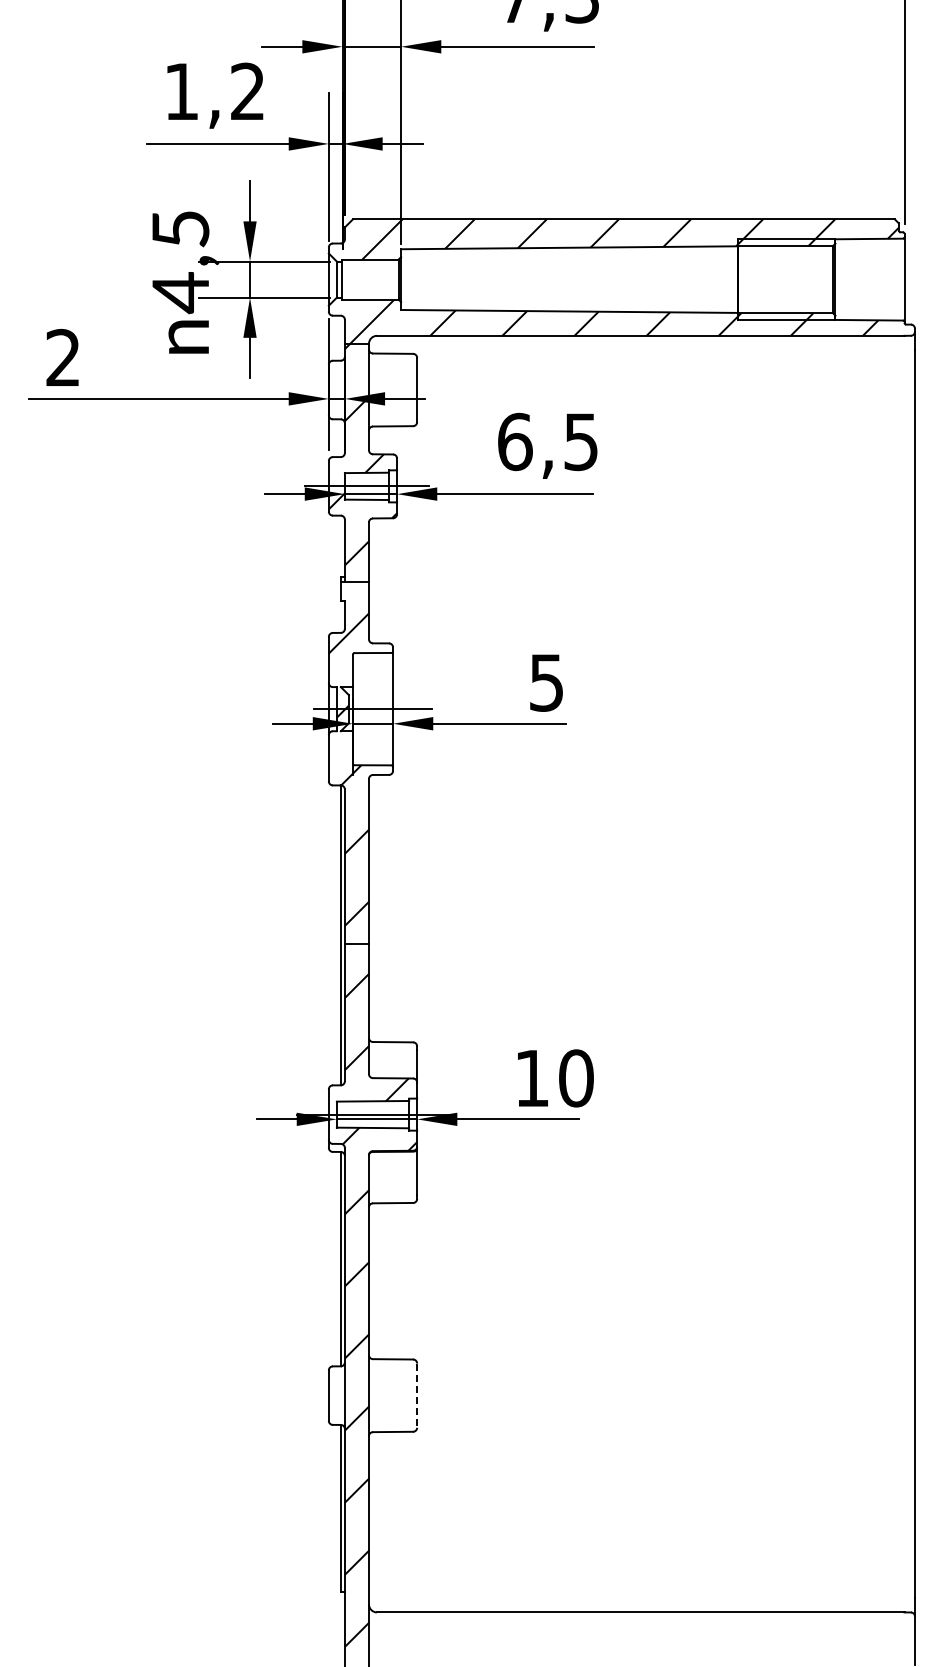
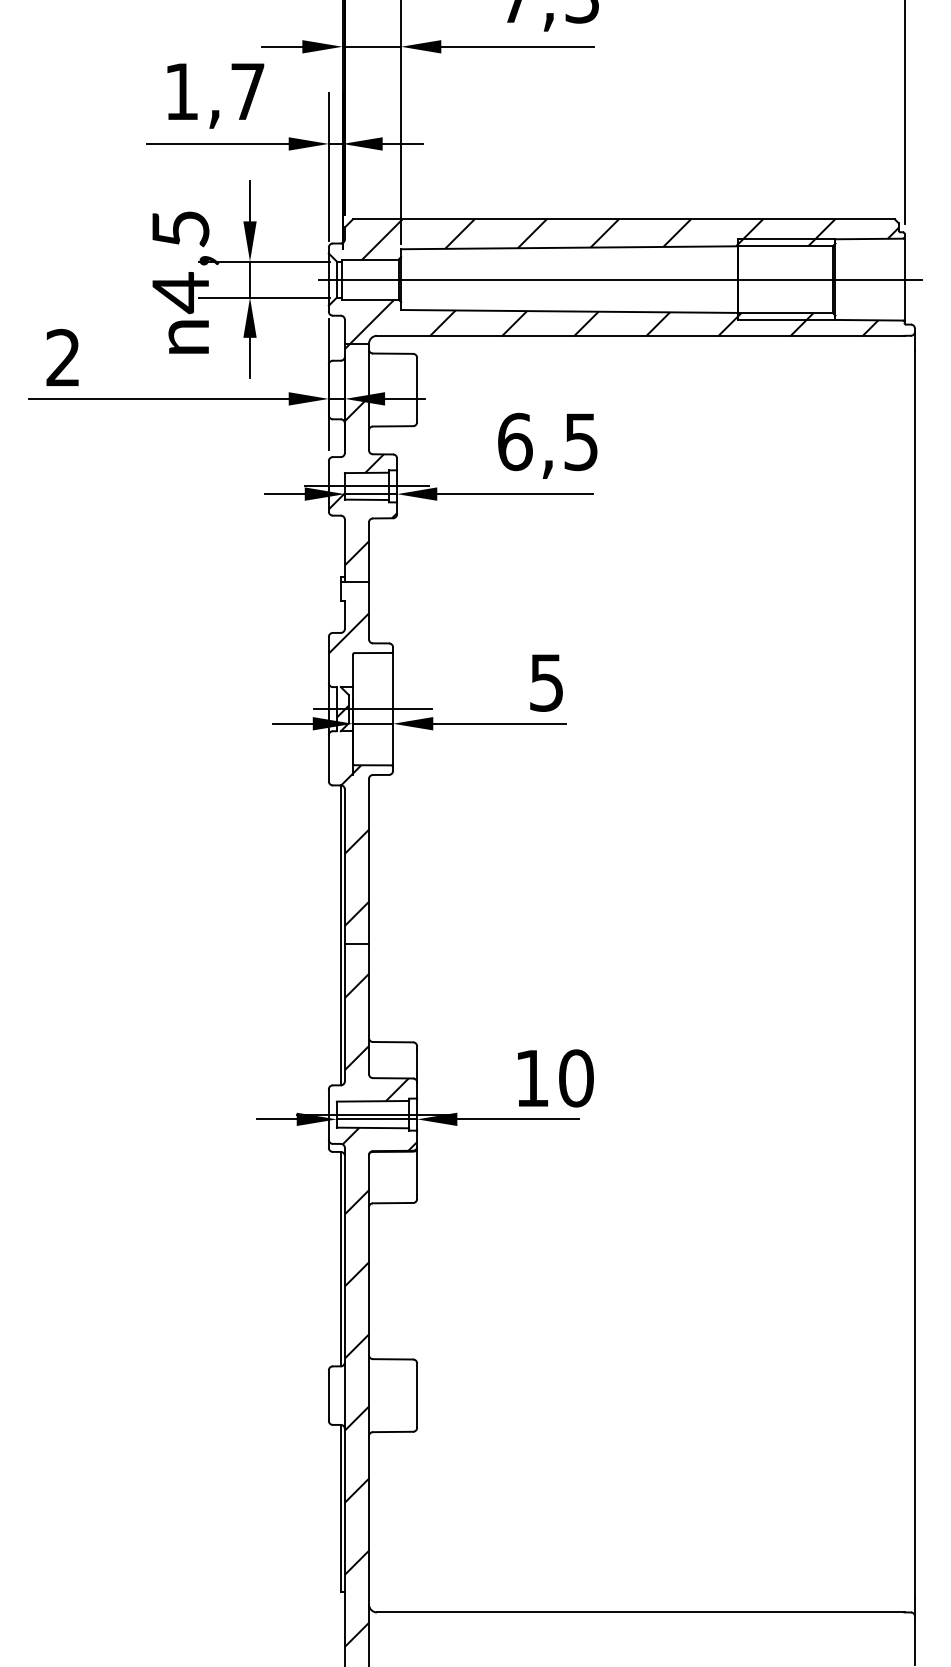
text at (247, 90): 1,2 -> 1,7
line at (620, 279): none -> present
line at (417, 1396): dashed -> solid
